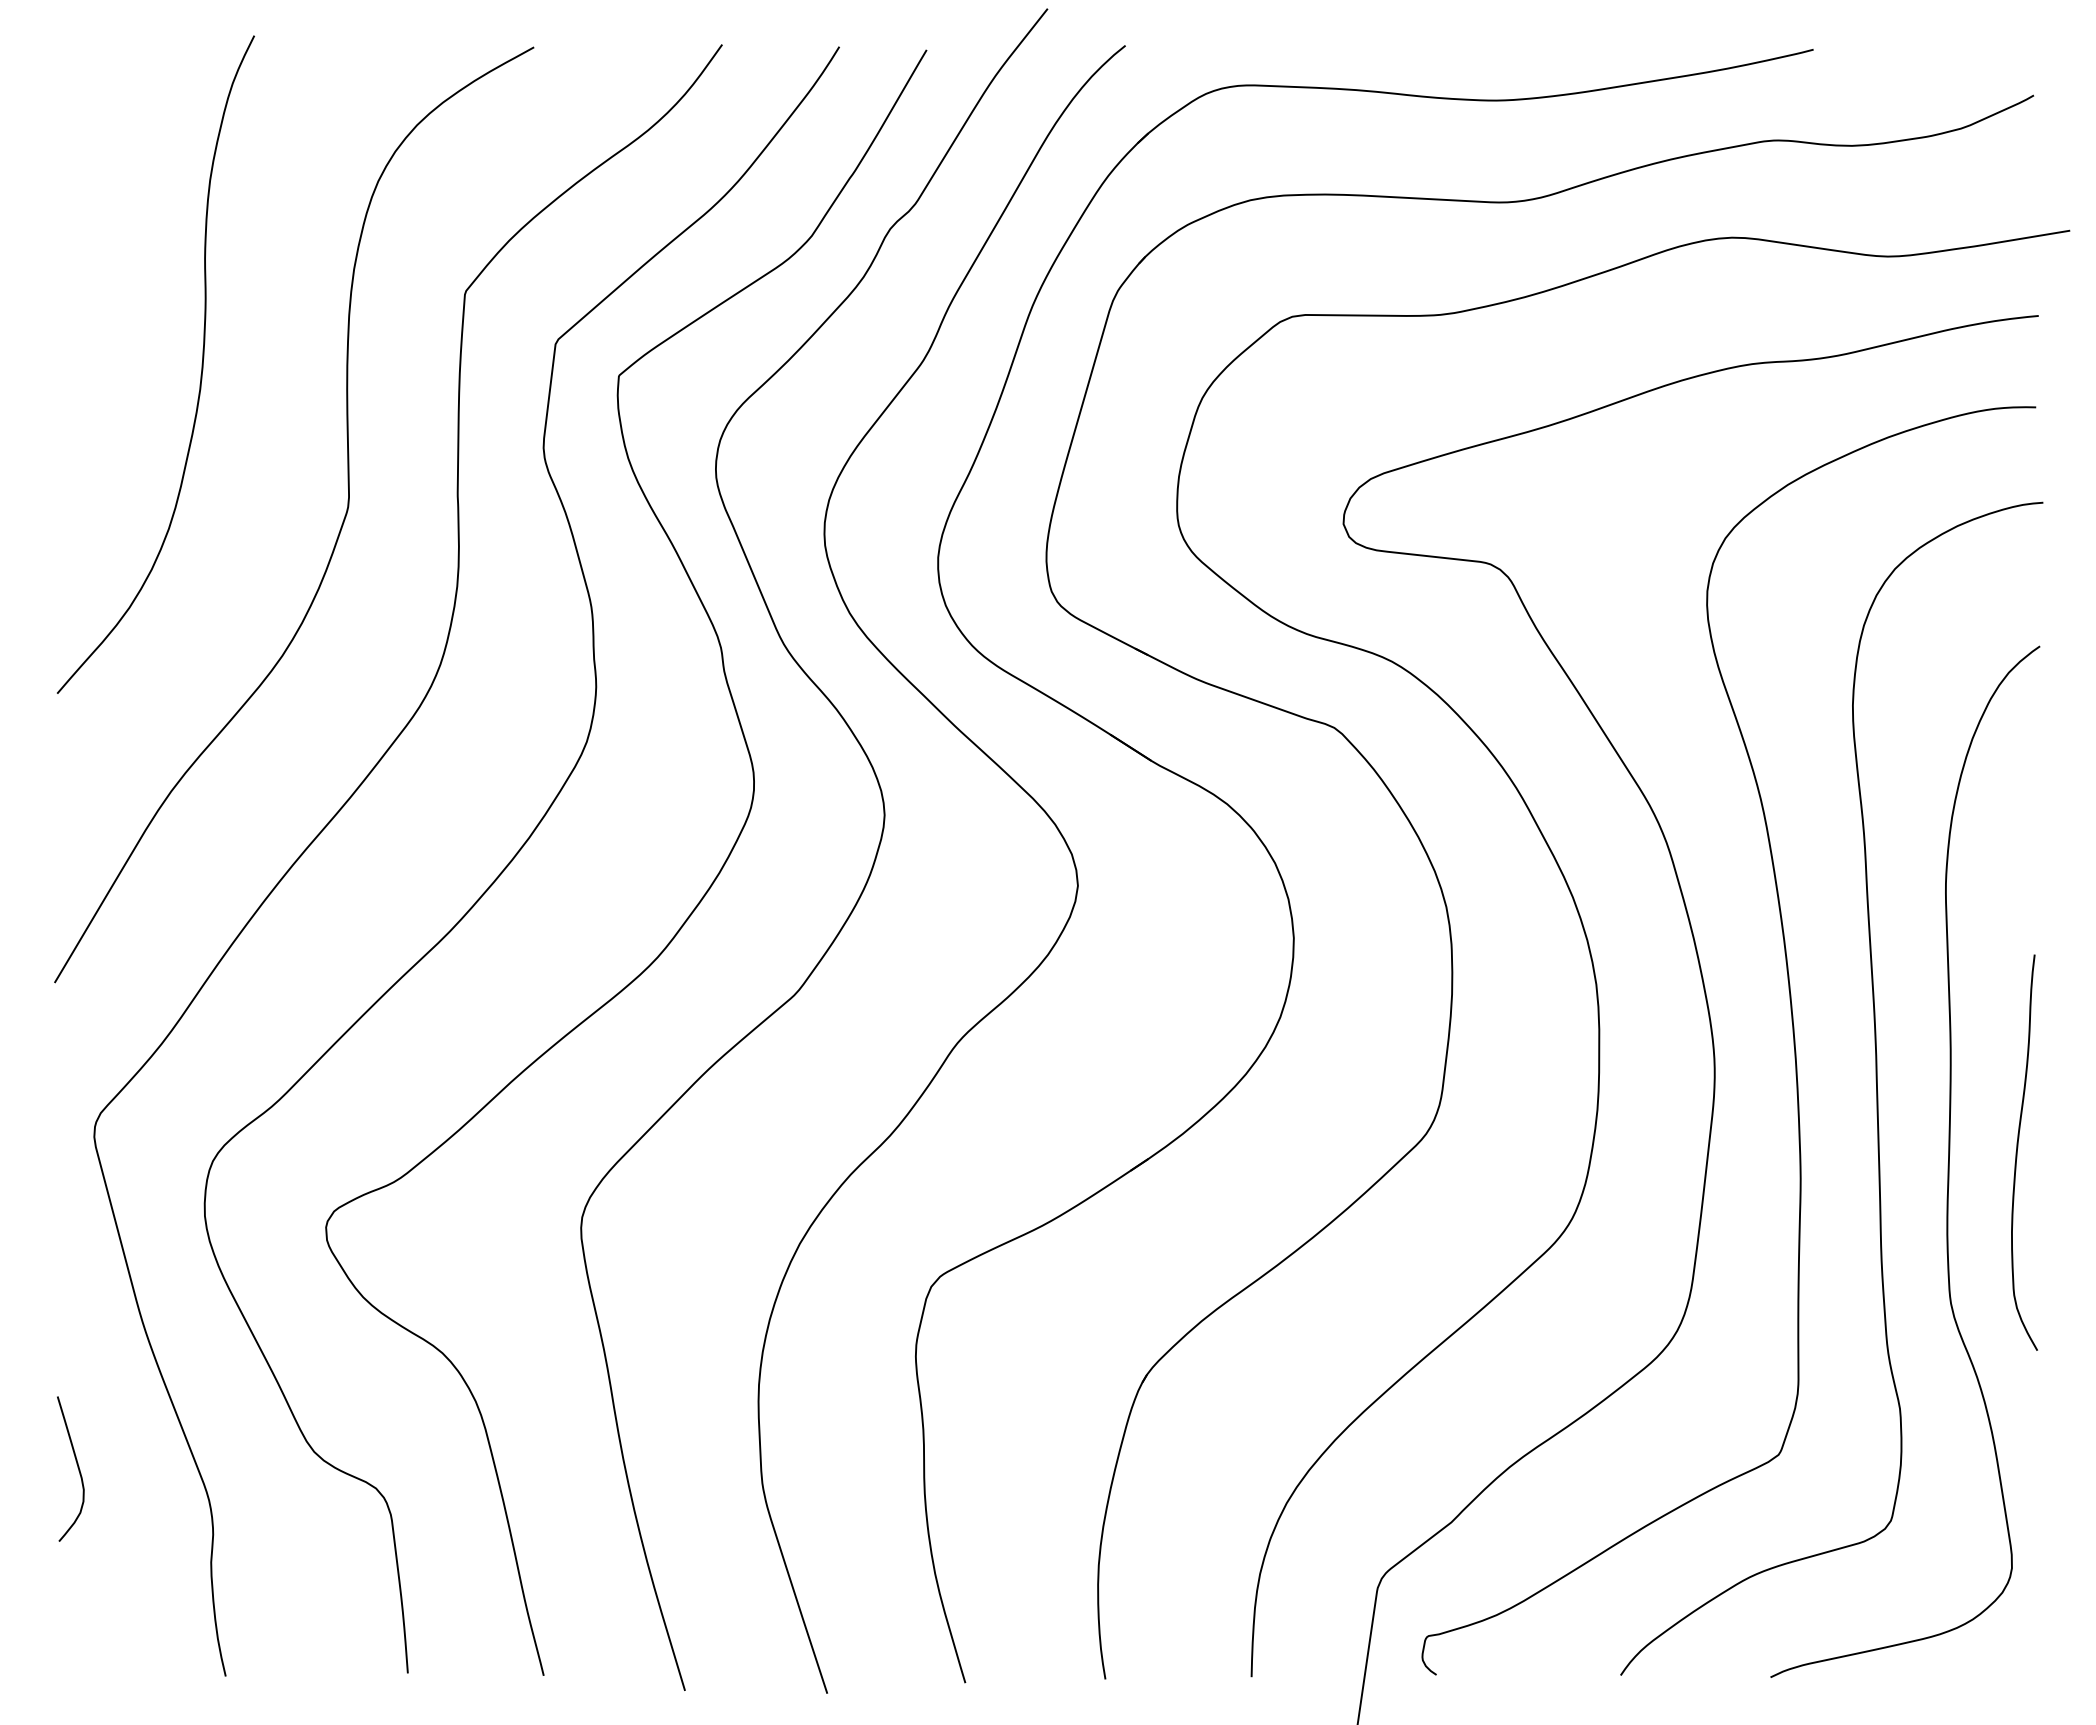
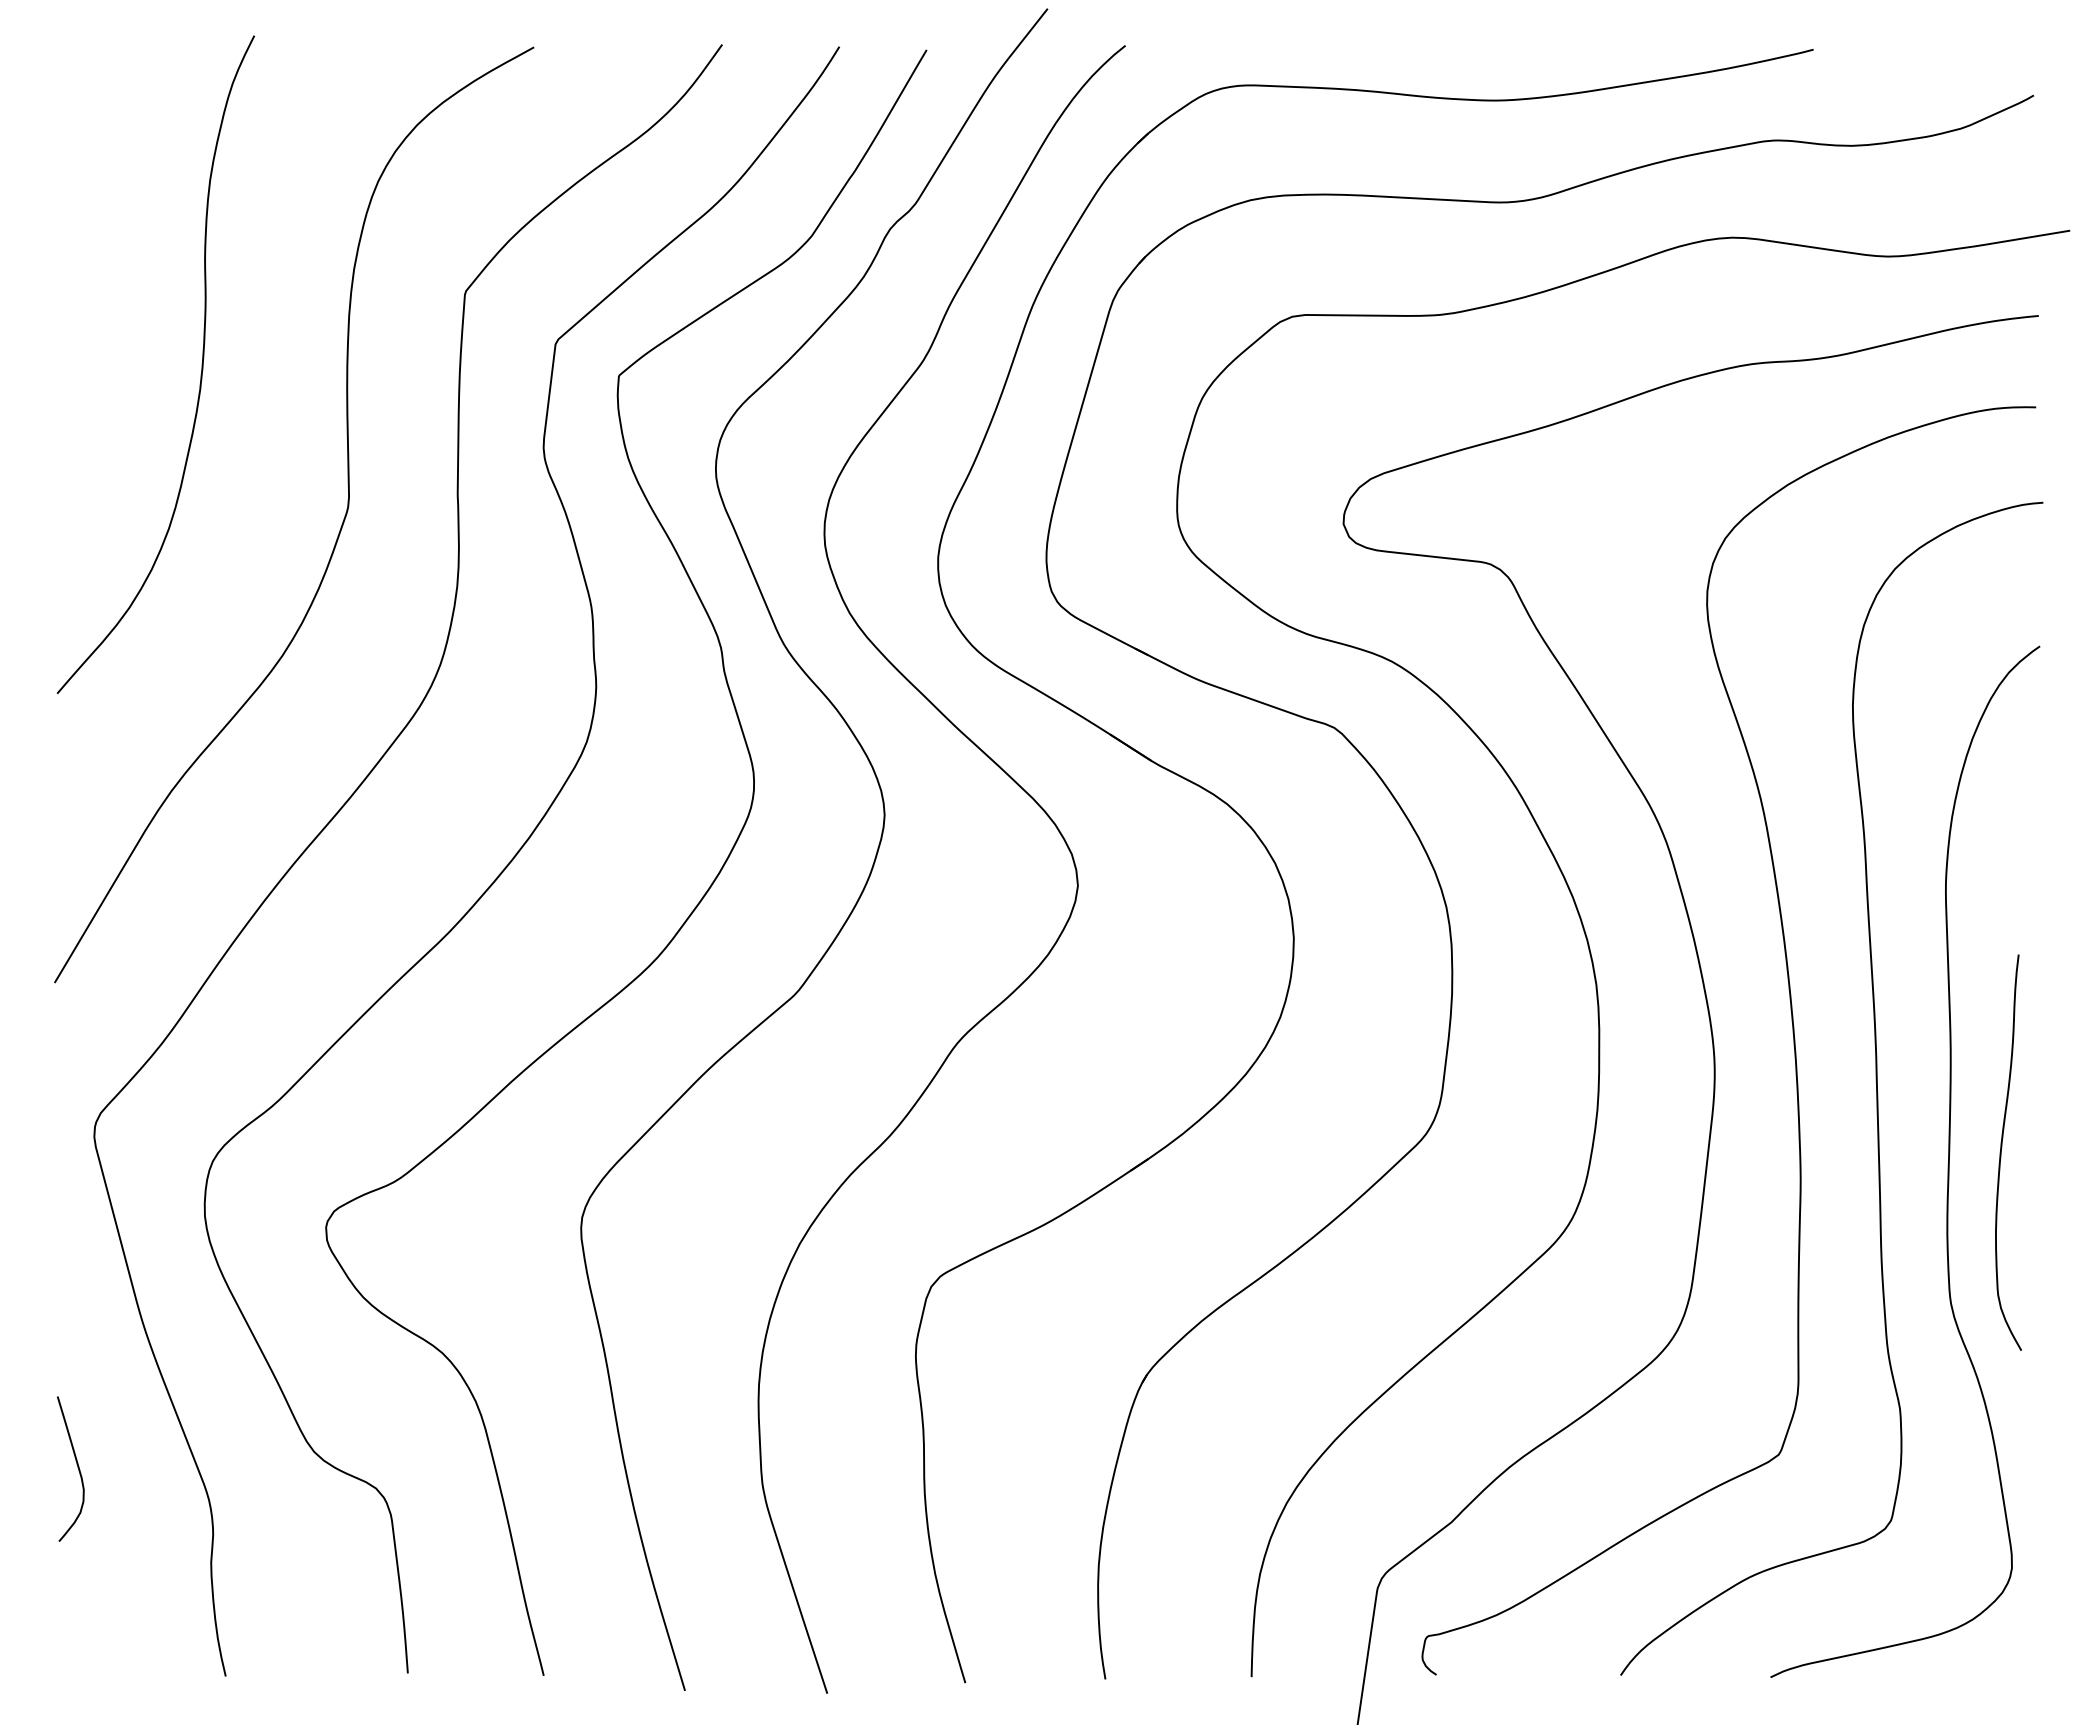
curve at (2017, 1152) position: (2017, 1152) -> (2001, 1152)
